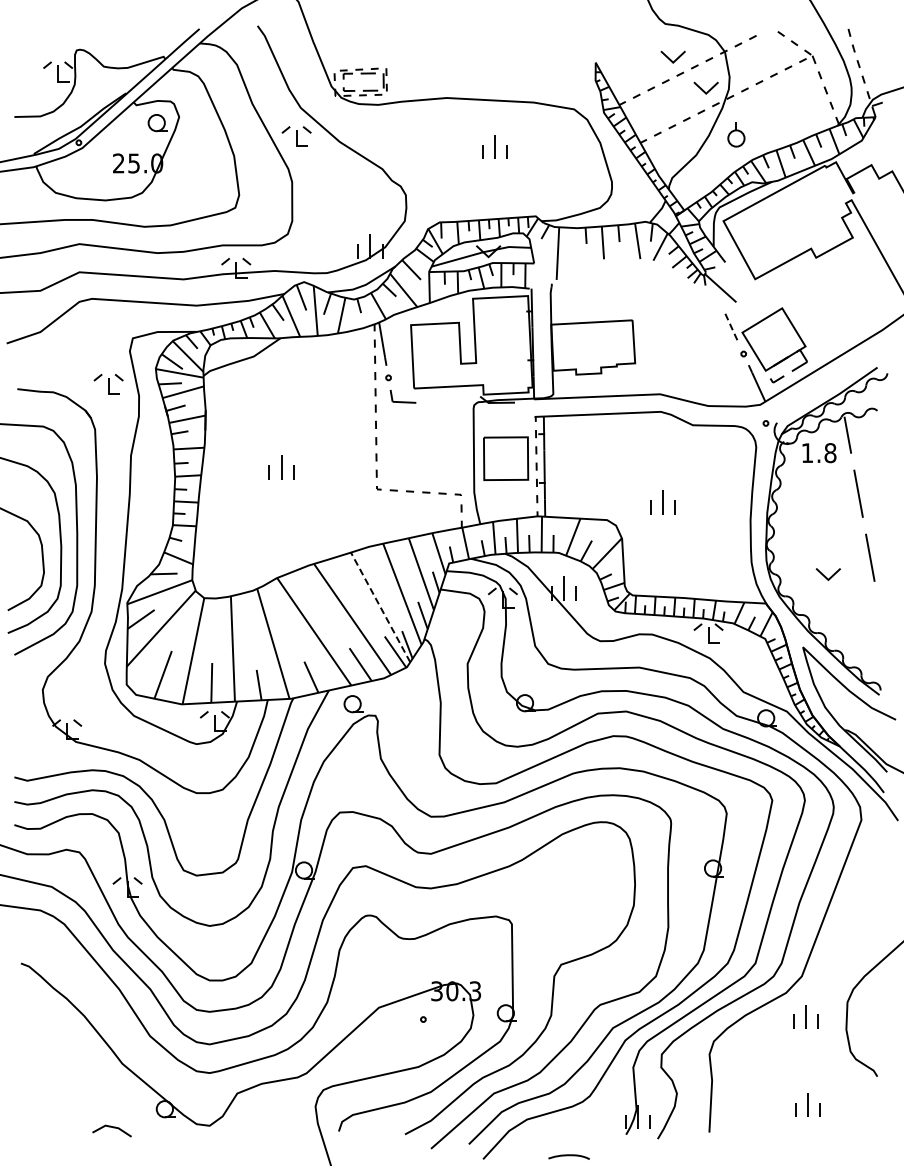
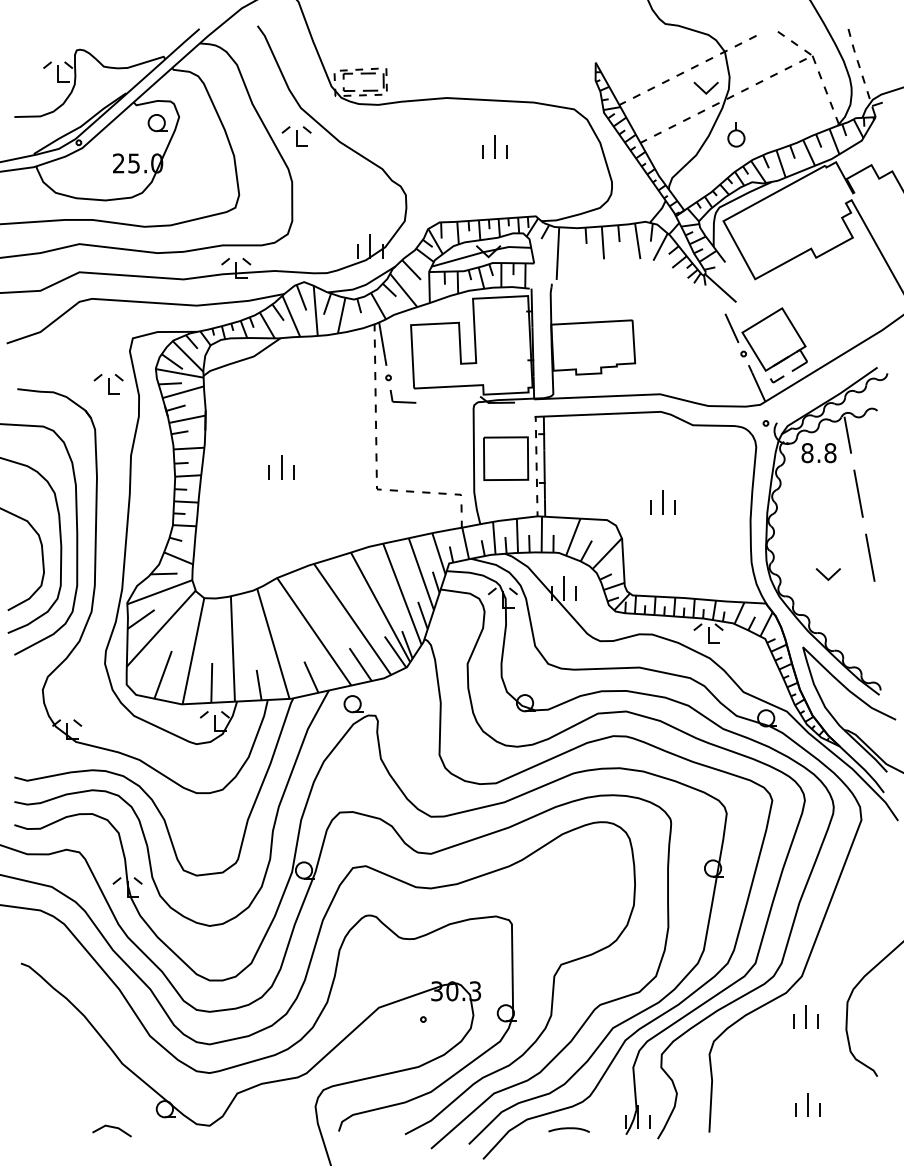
part at (672, 56): present -> none
line at (732, 328): dashed -> solid
text at (807, 453): 1.8 -> 8.8
line at (380, 606): dashed -> solid
curve at (568, 1156) position: (568, 1156) -> (568, 1129)
